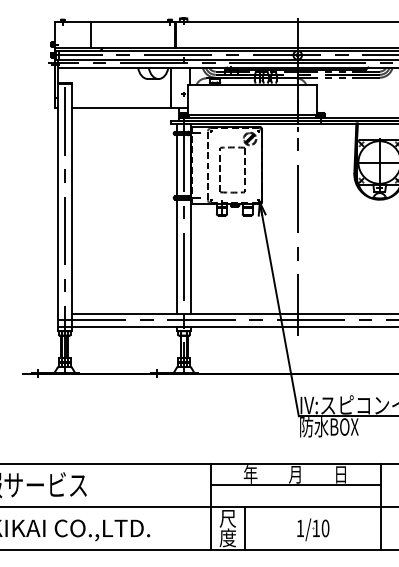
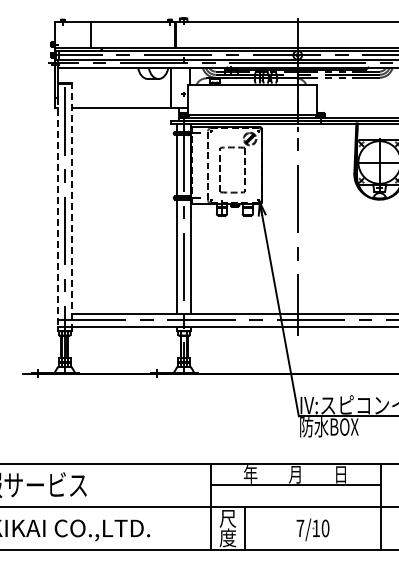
line at (71, 206): solid -> dashed
line at (57, 212): solid -> dashed
text at (300, 527): 1/10 -> 7/10
